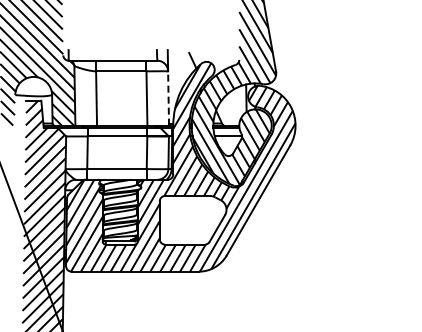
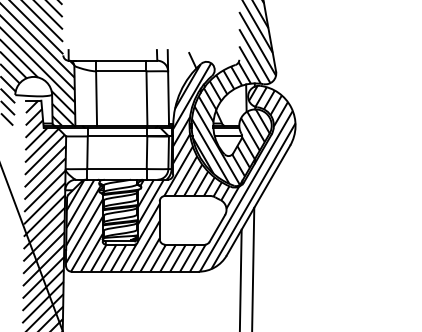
line at (168, 97): dashed -> solid
line at (253, 267): none -> present
line at (240, 278): none -> present
